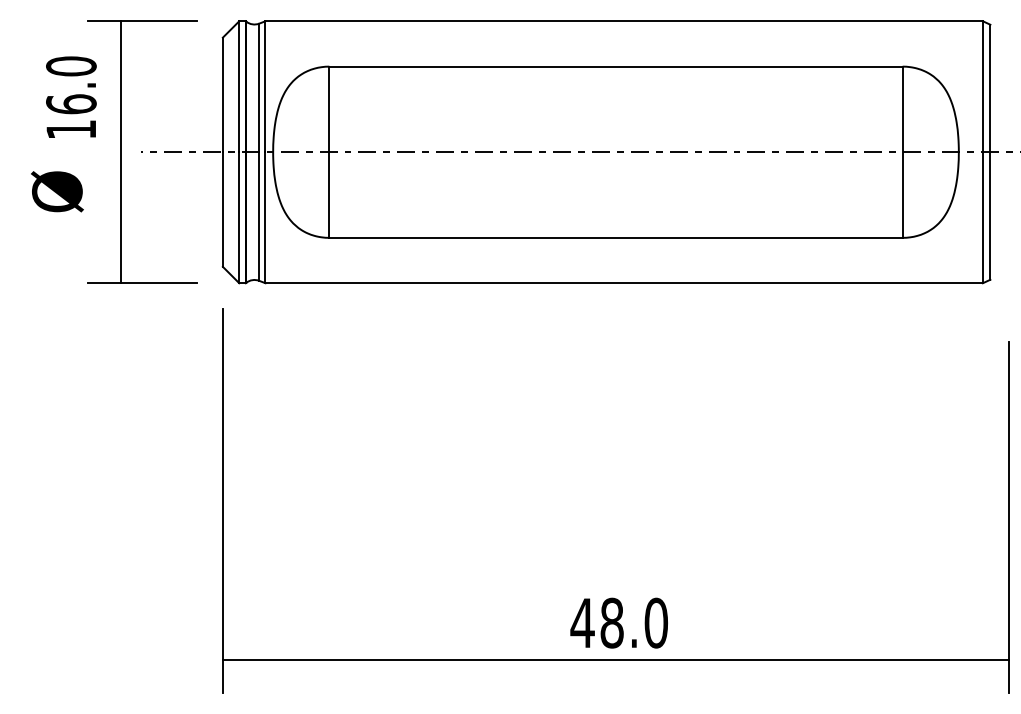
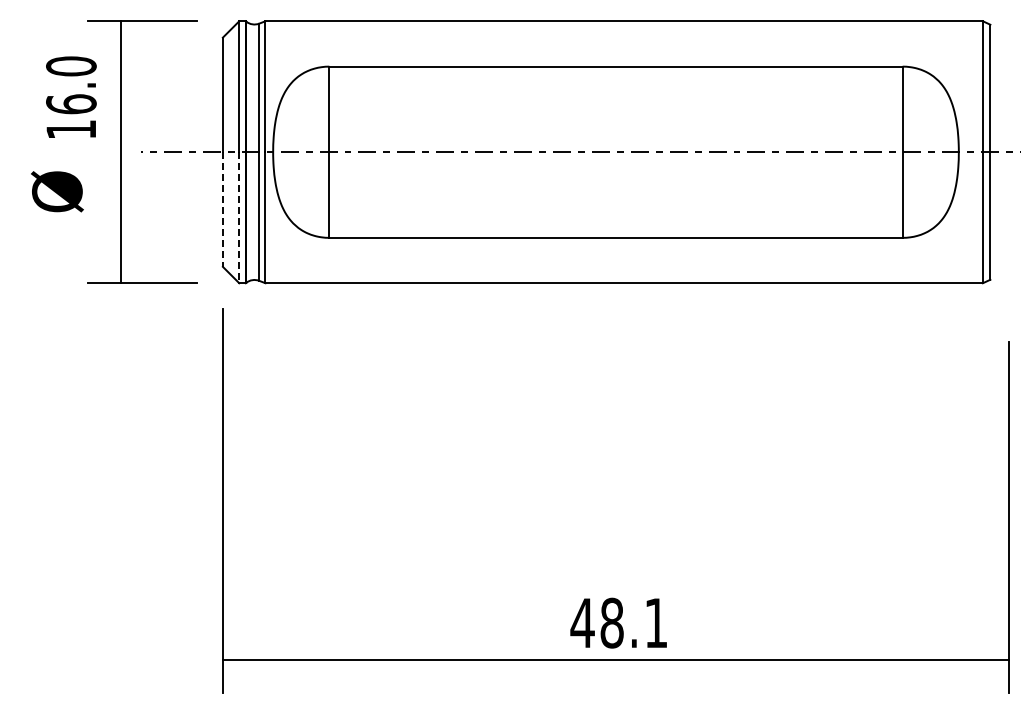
line at (222, 210): solid -> dashed
line at (239, 218): solid -> dashed
text at (655, 622): 48.0 -> 48.1
